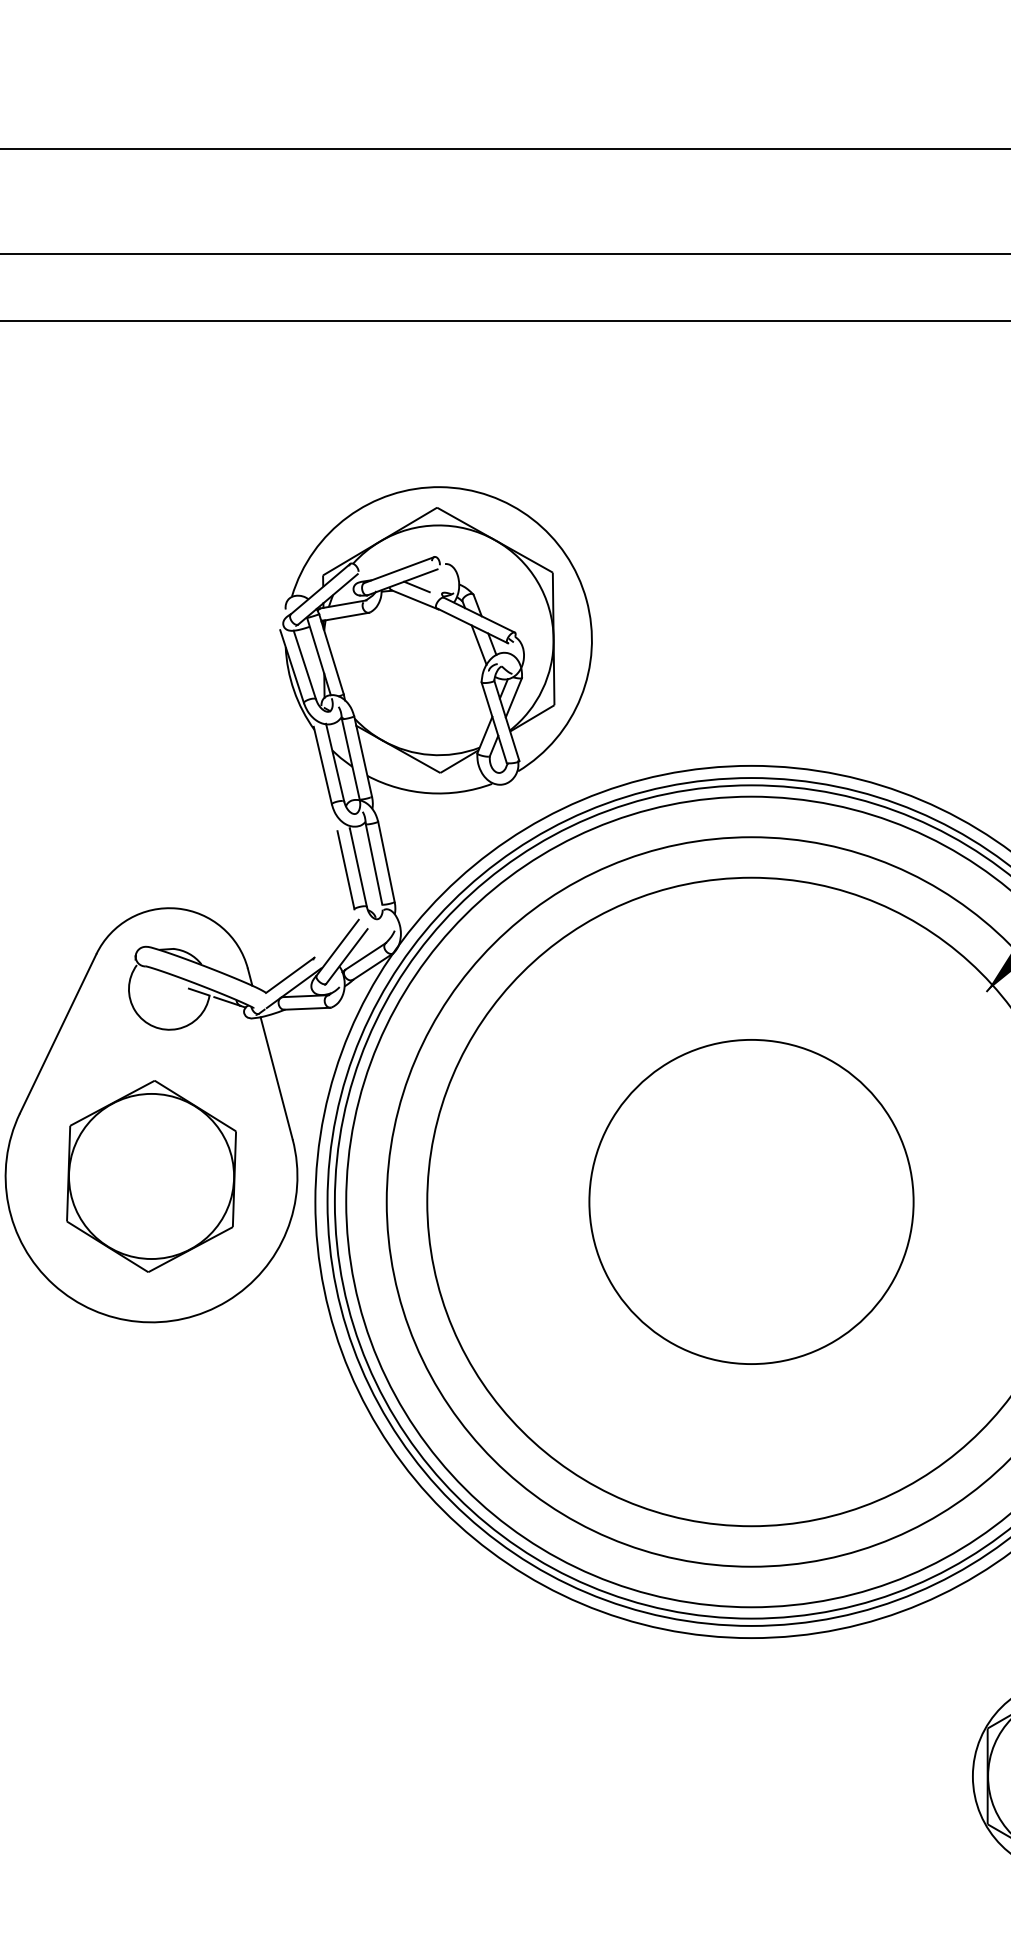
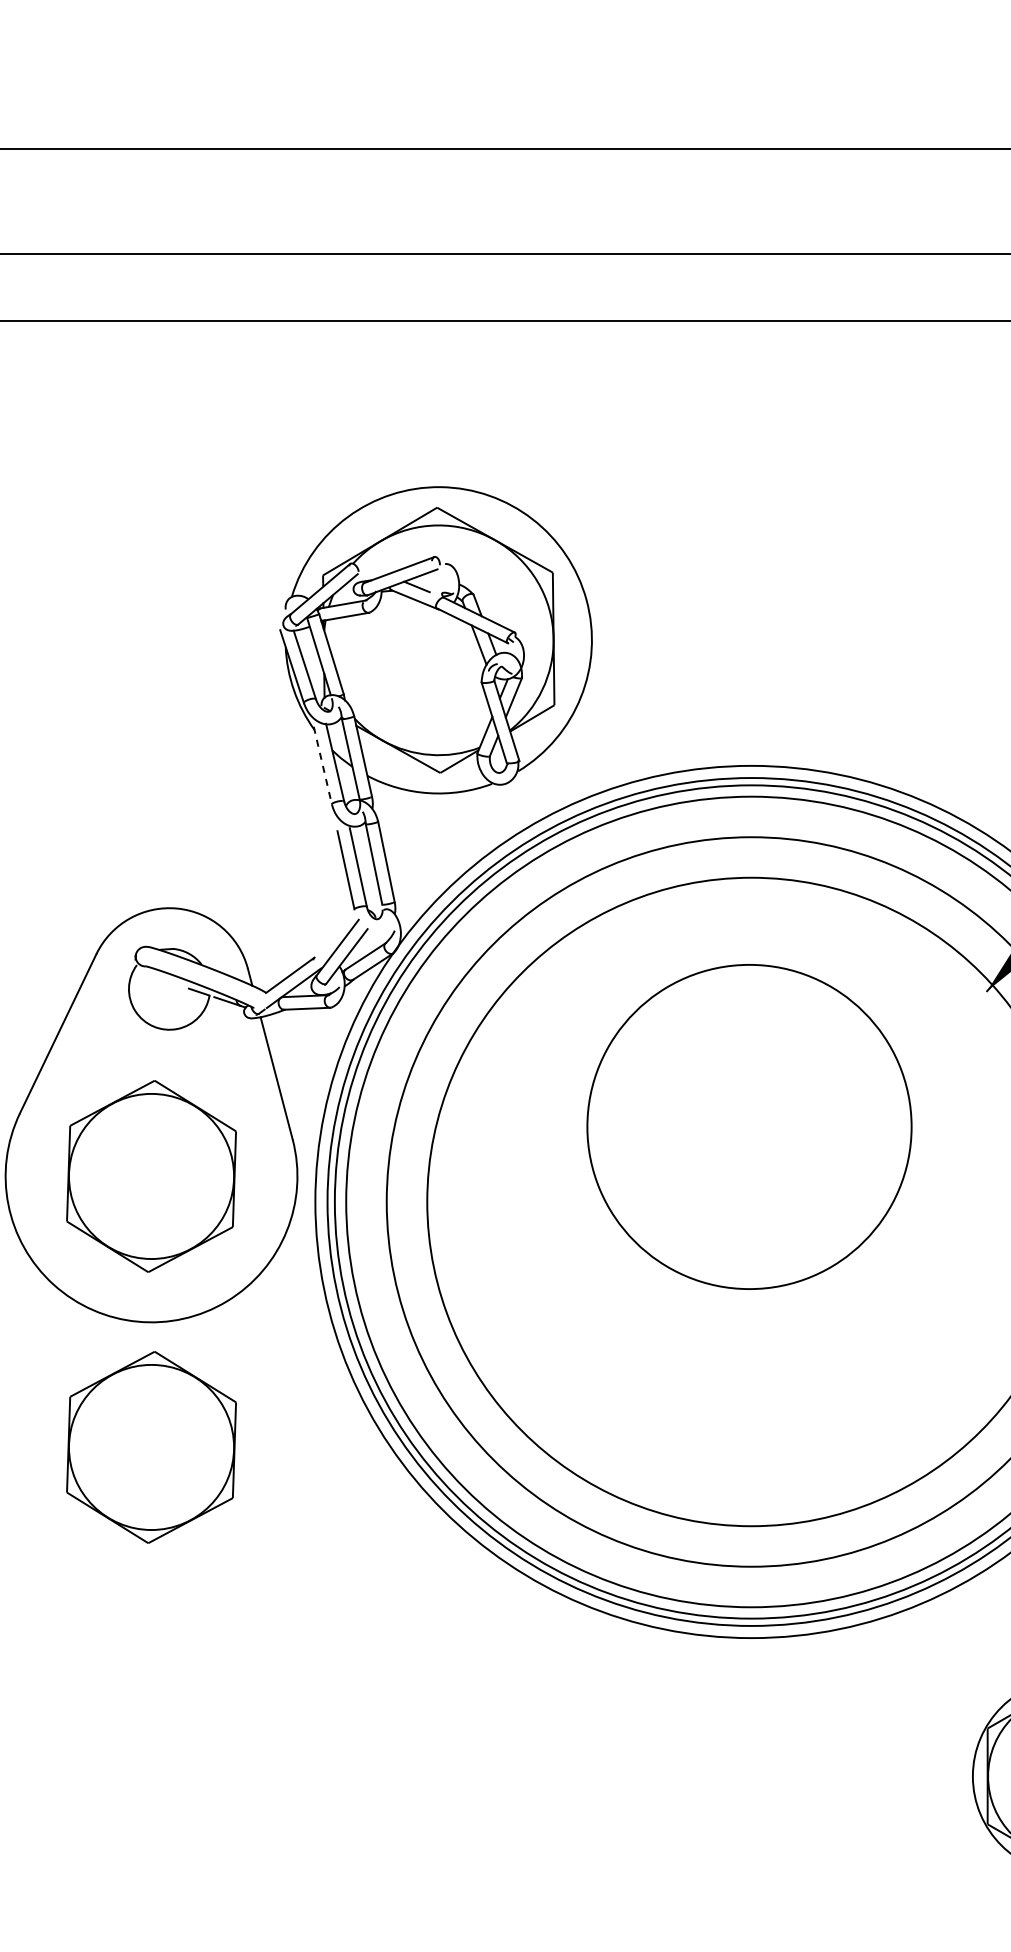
line at (322, 765): solid -> dashed
circle at (751, 1201) position: (751, 1201) -> (749, 1126)
part at (151, 1447): none -> present
